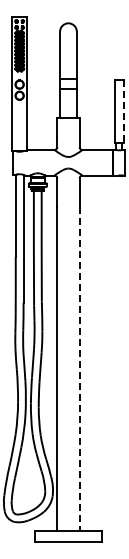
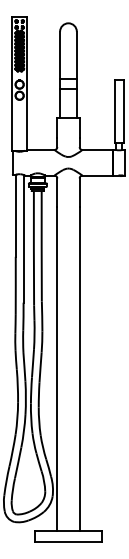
line at (123, 112): dashed -> solid
line at (79, 369): dashed -> solid
